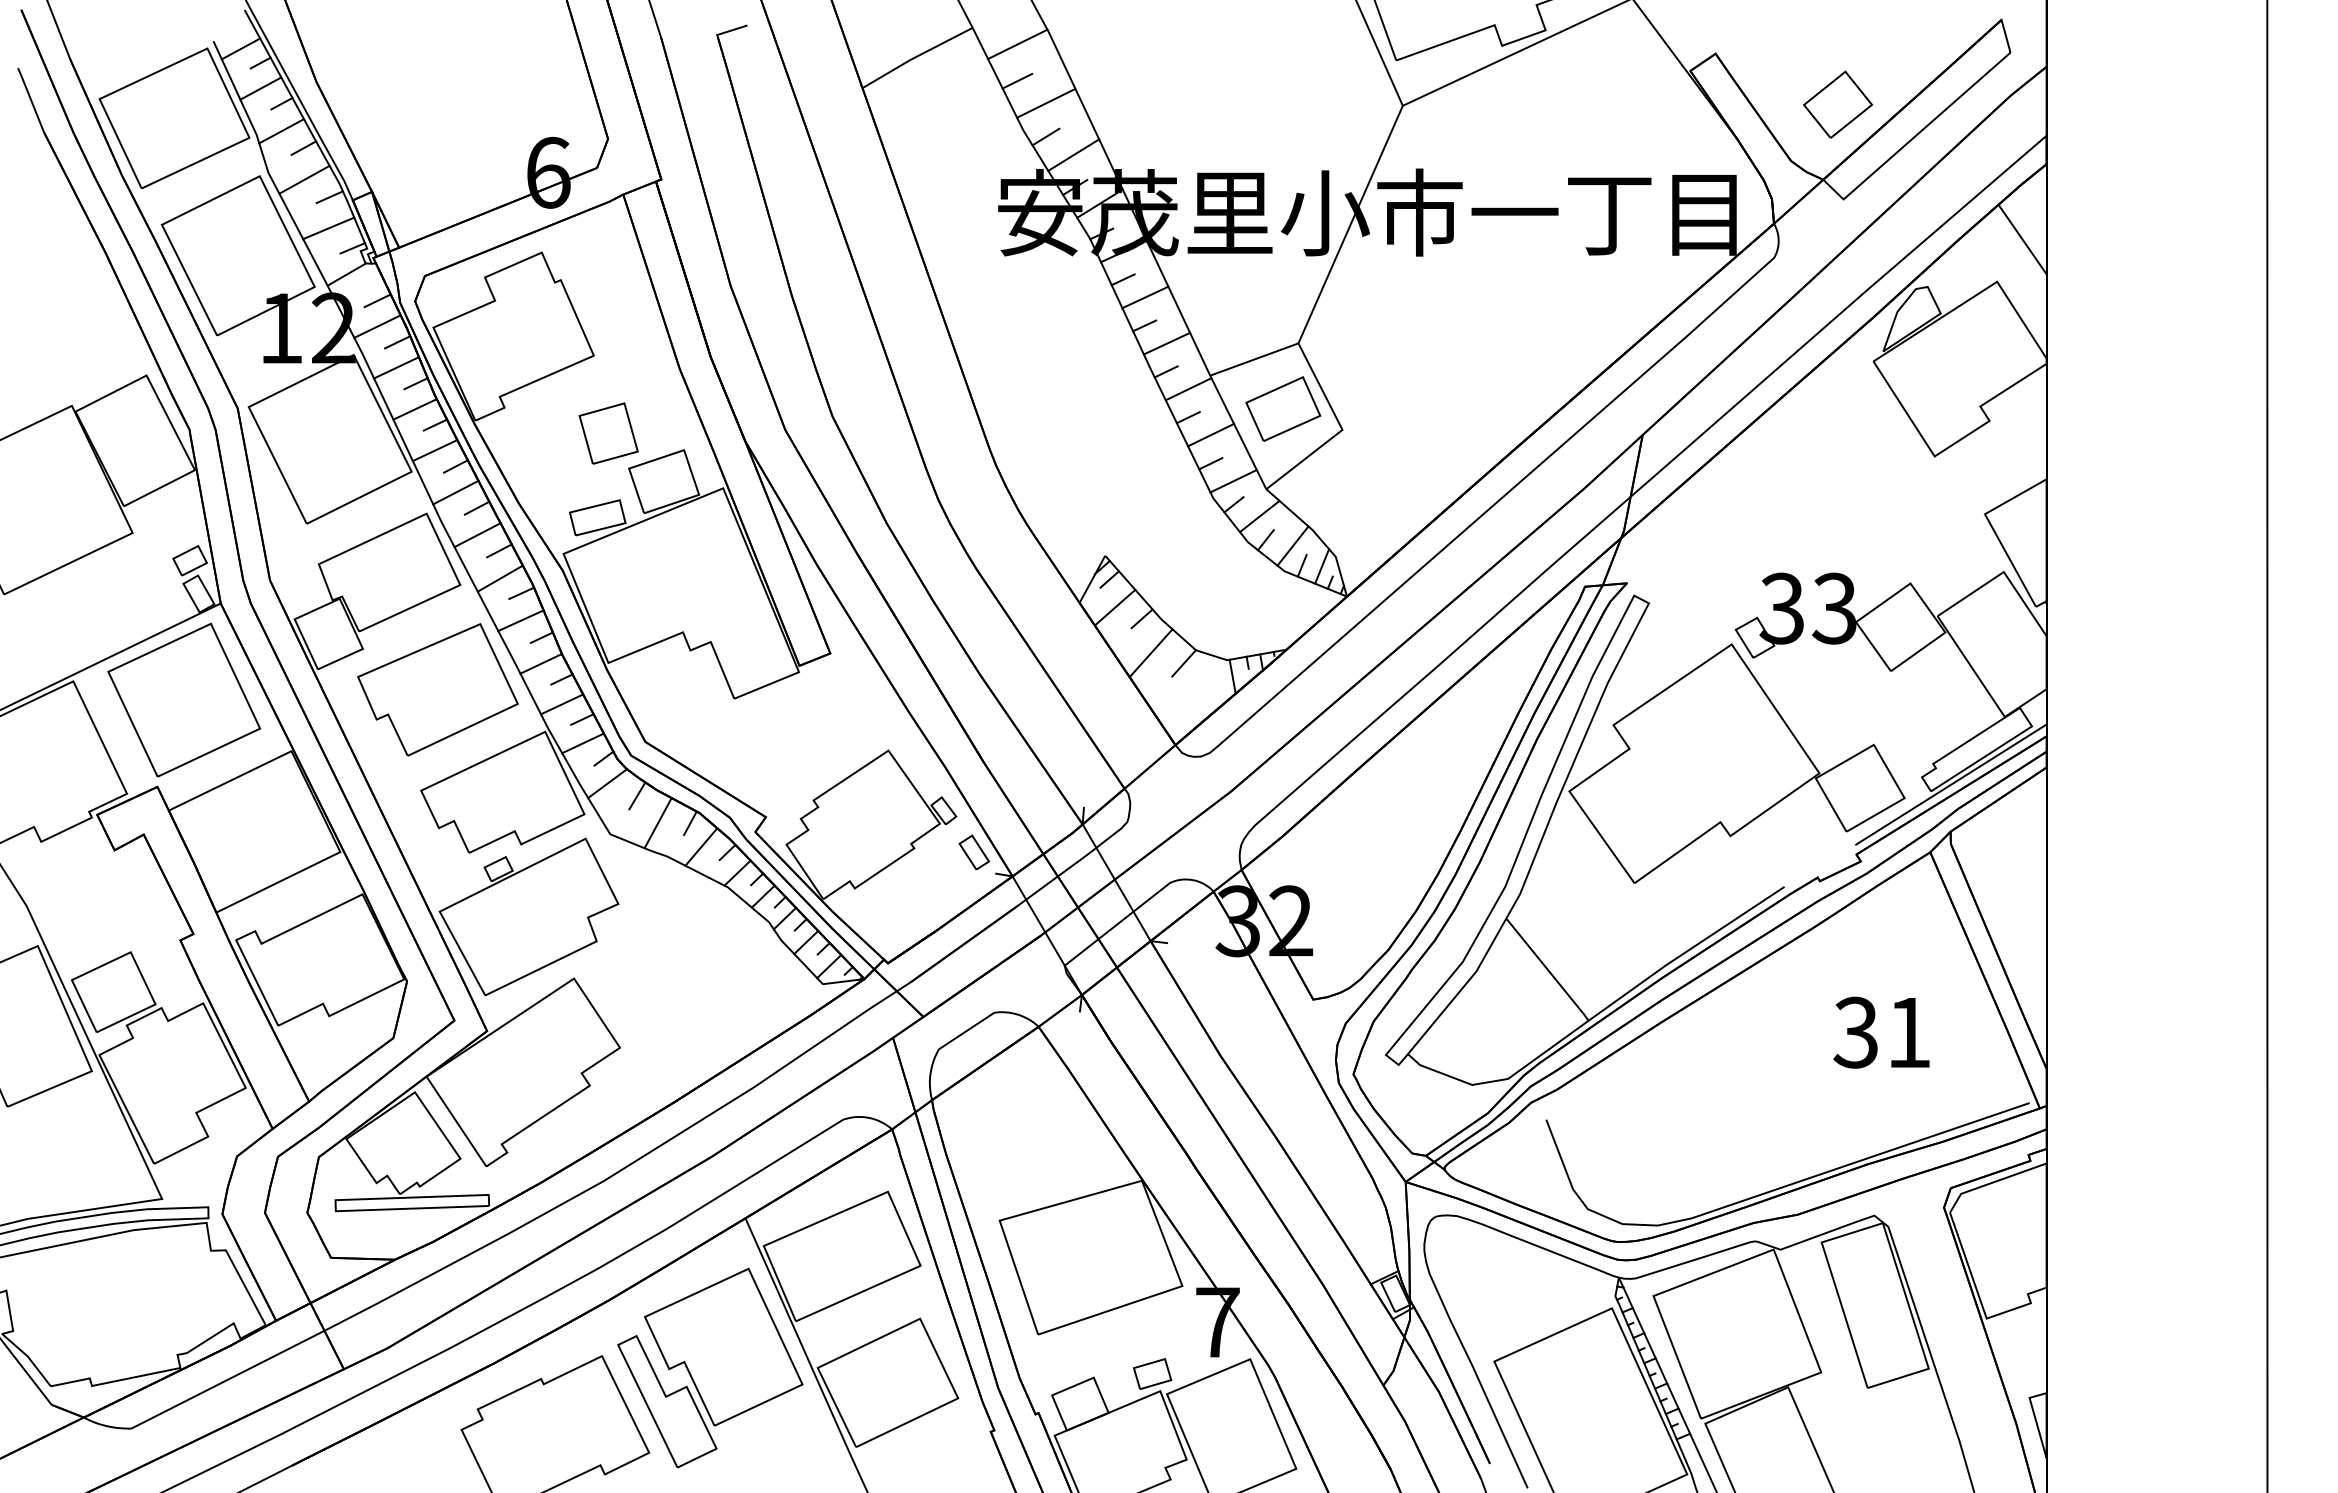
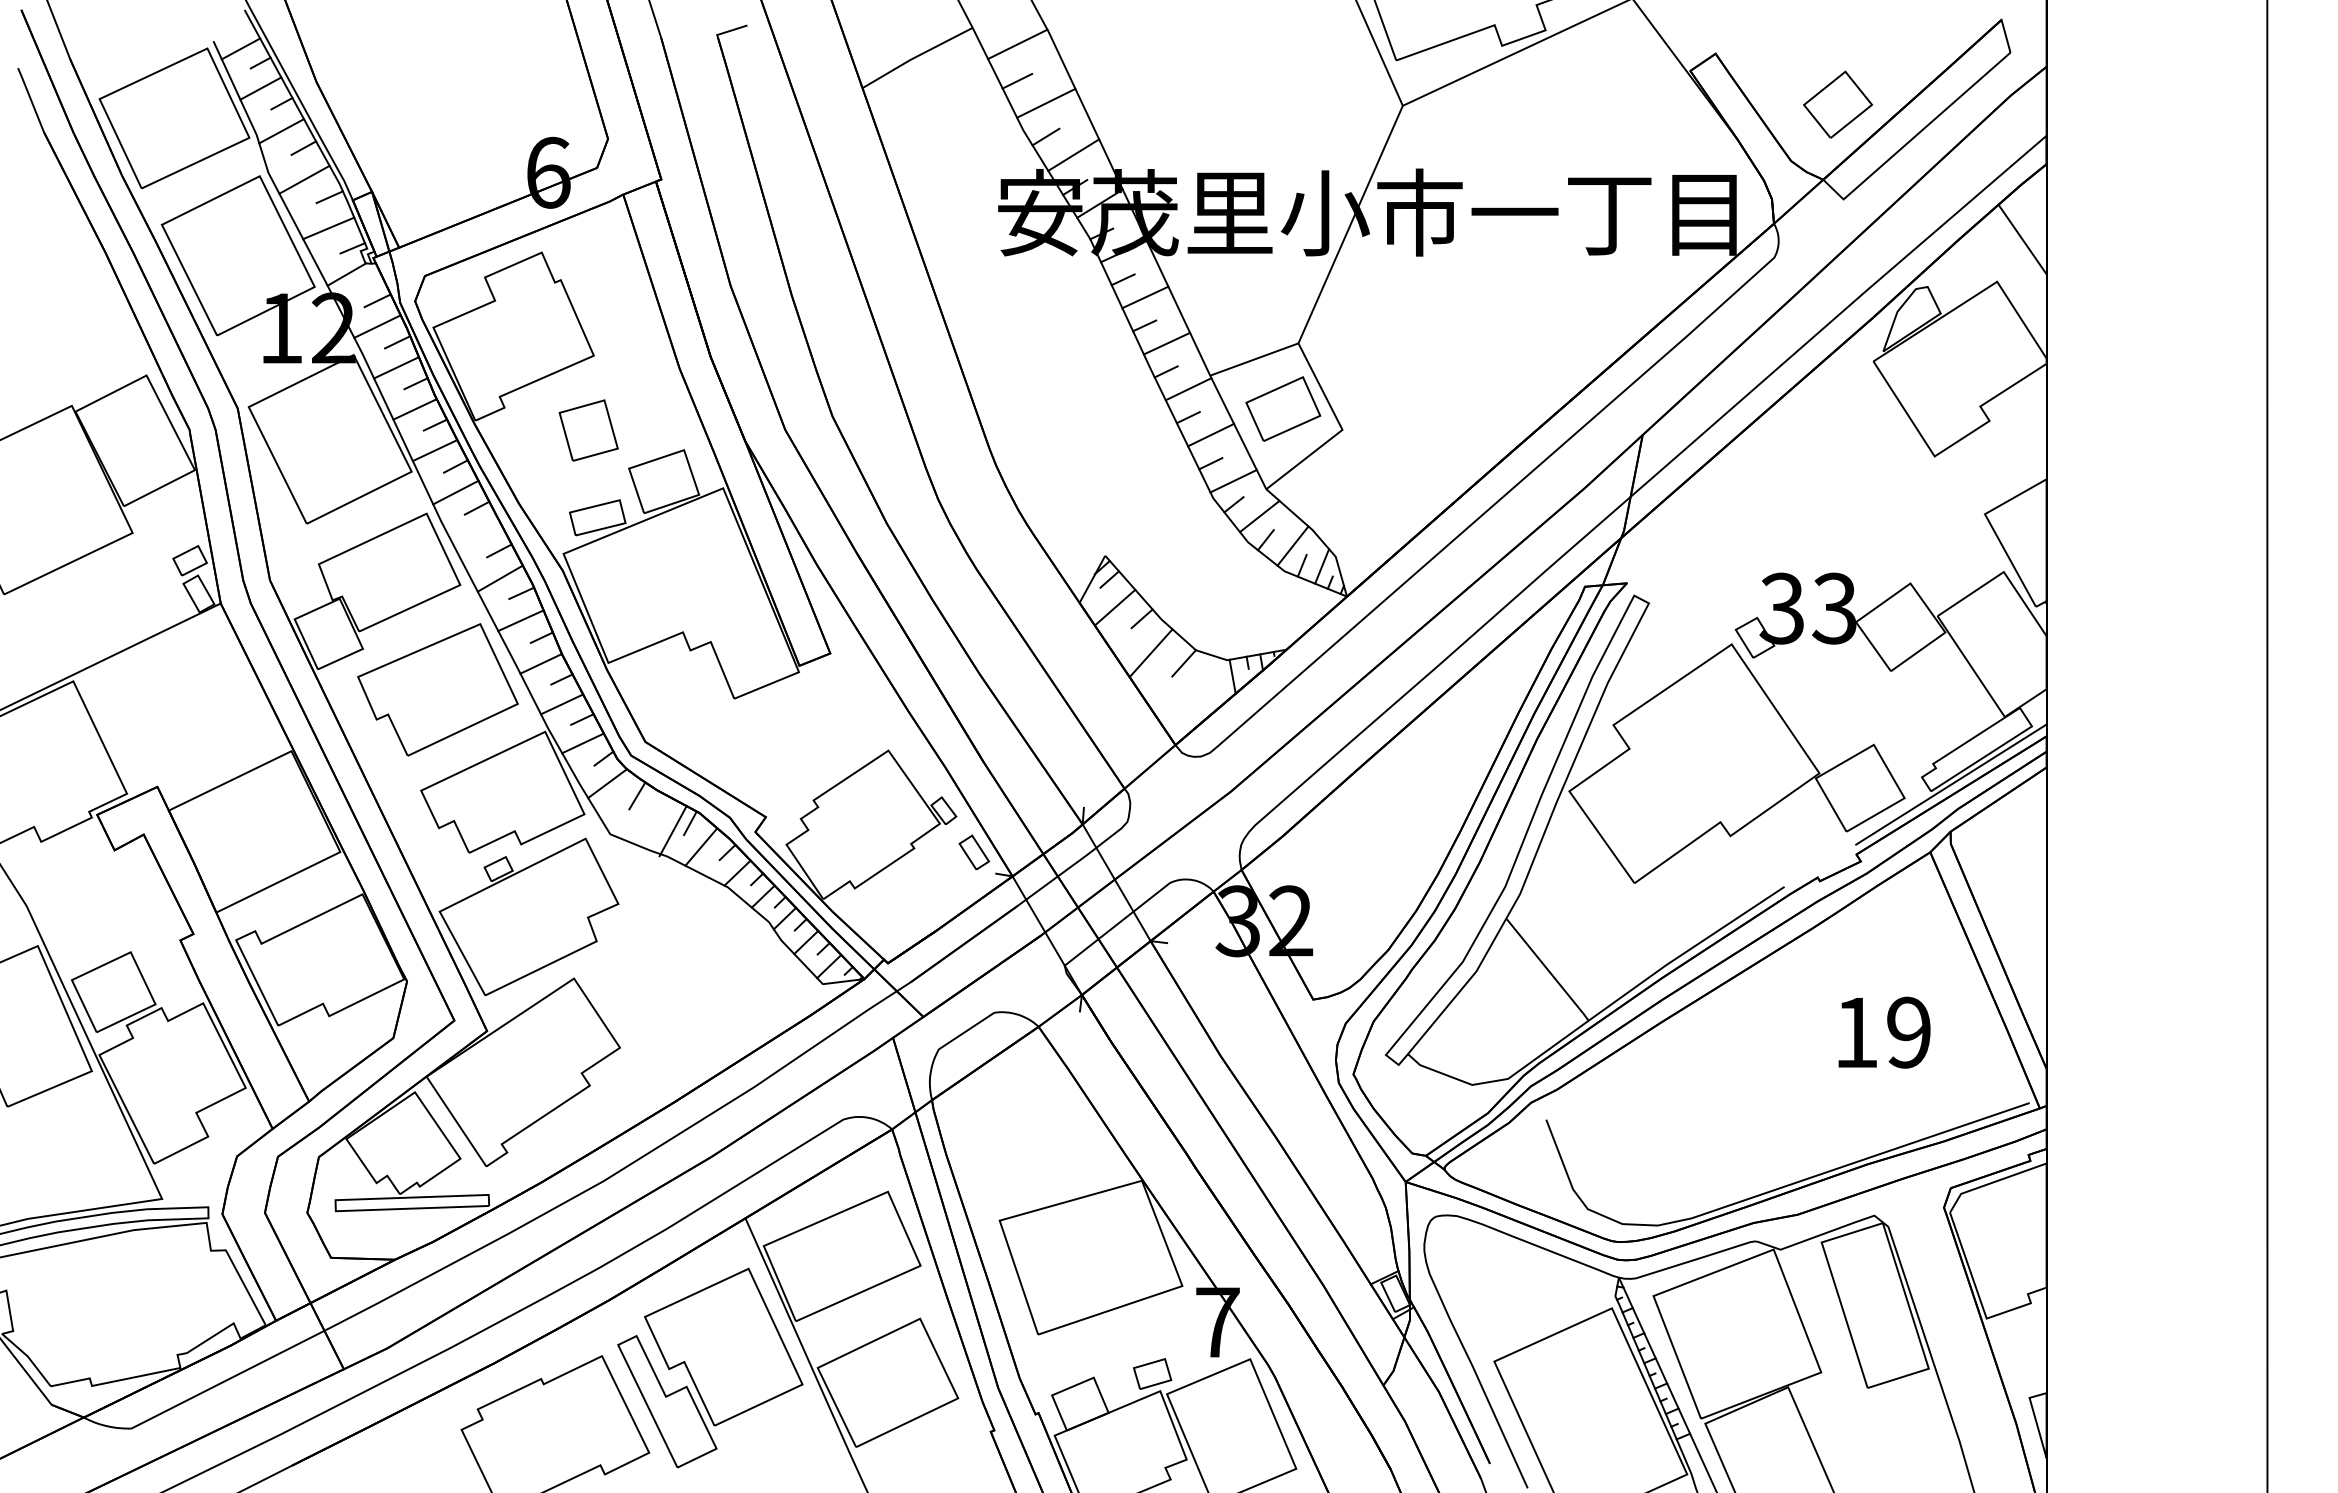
part at (608, 433) position: (608, 433) -> (588, 430)
line at (477, 535): present -> none
part at (184, 699): present -> none
line at (657, 823) position: (657, 823) -> (672, 831)
text at (1881, 1032): 31 -> 19
